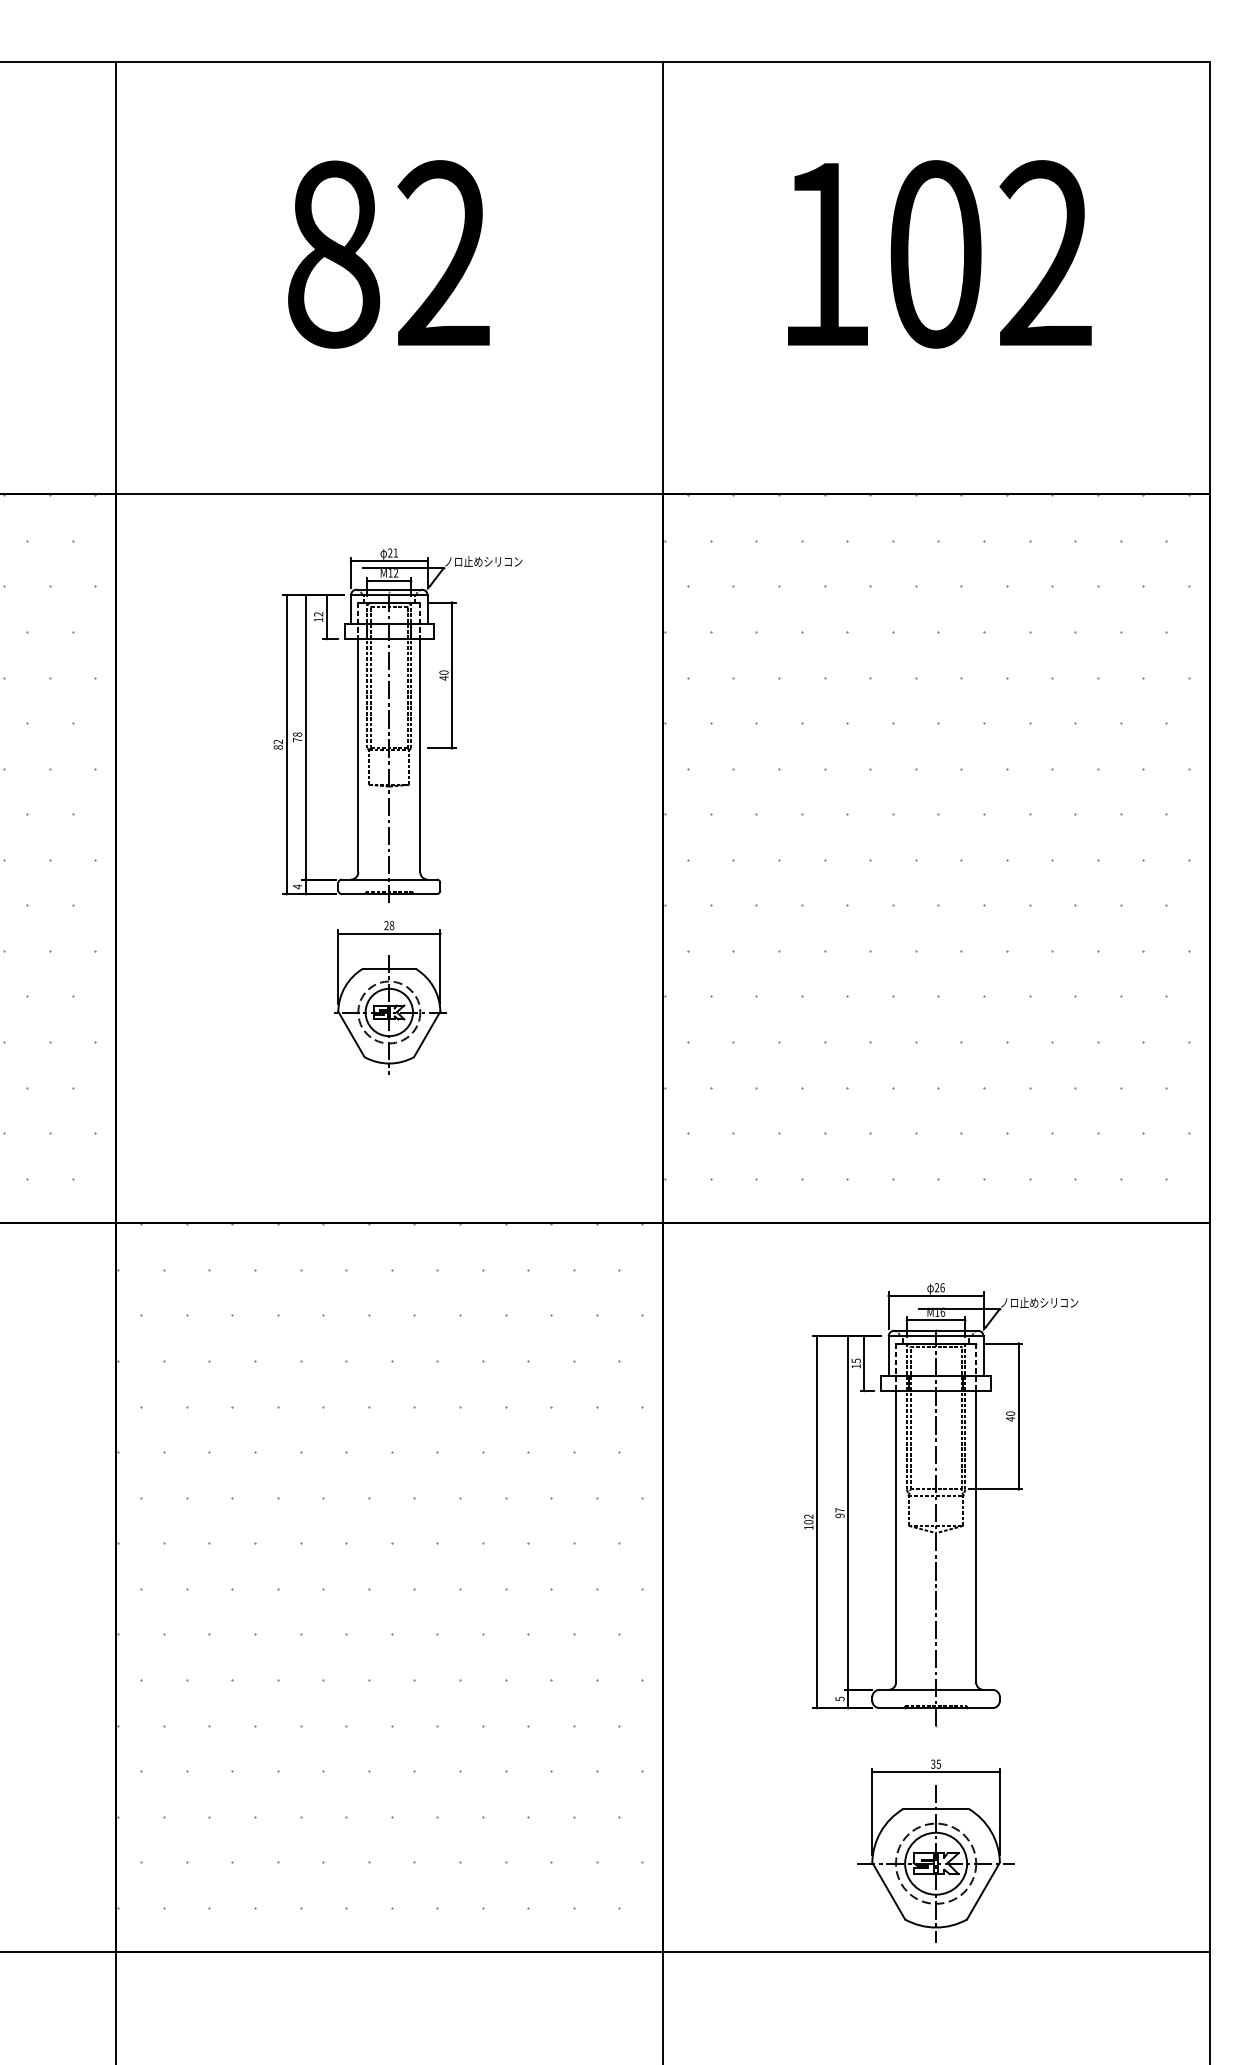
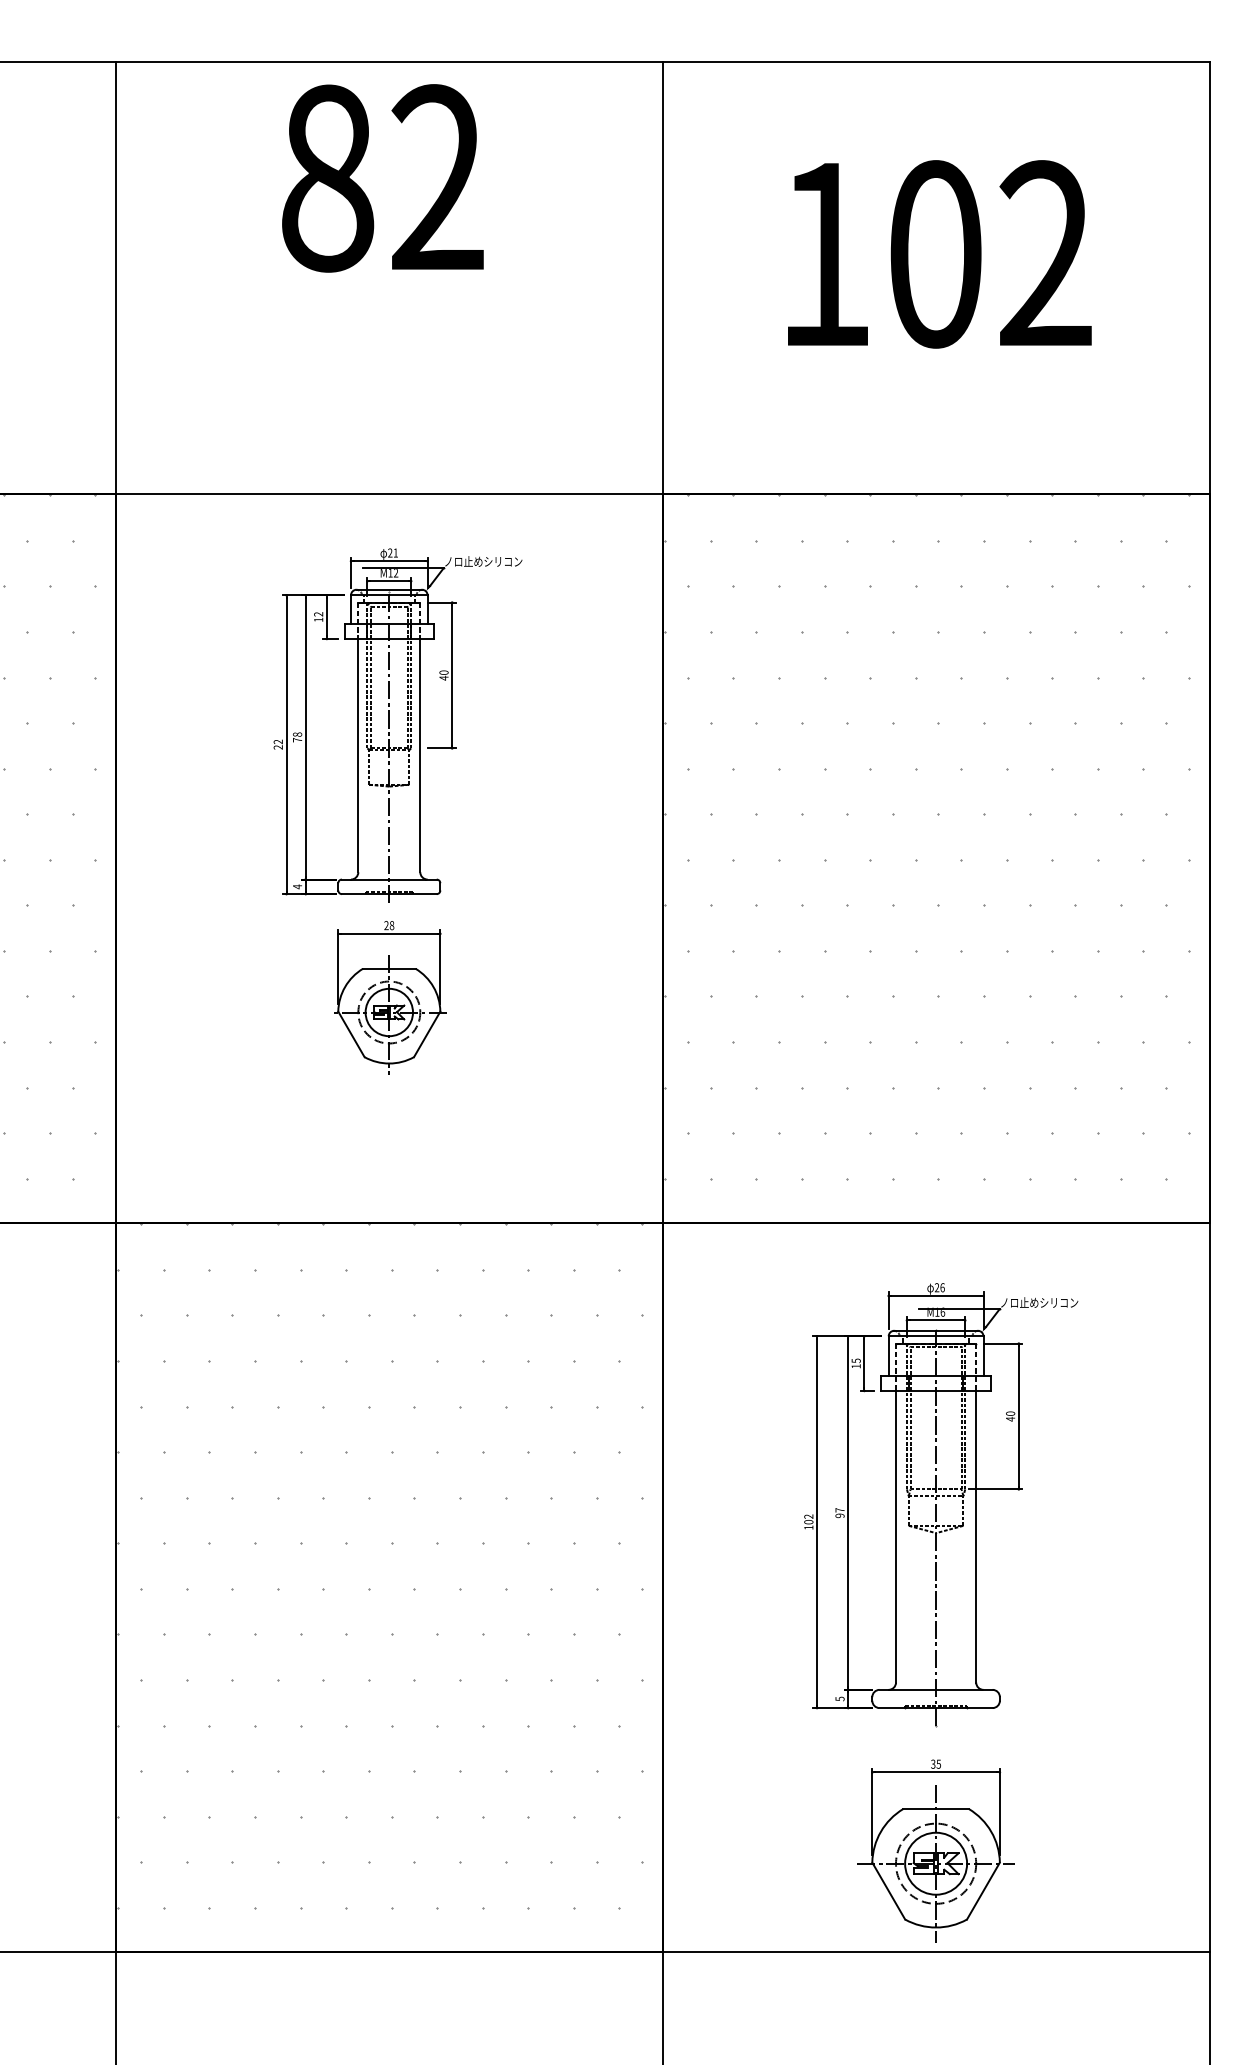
text at (388, 254) position: (388, 254) -> (382, 178)
text at (277, 747): 82 -> 22
